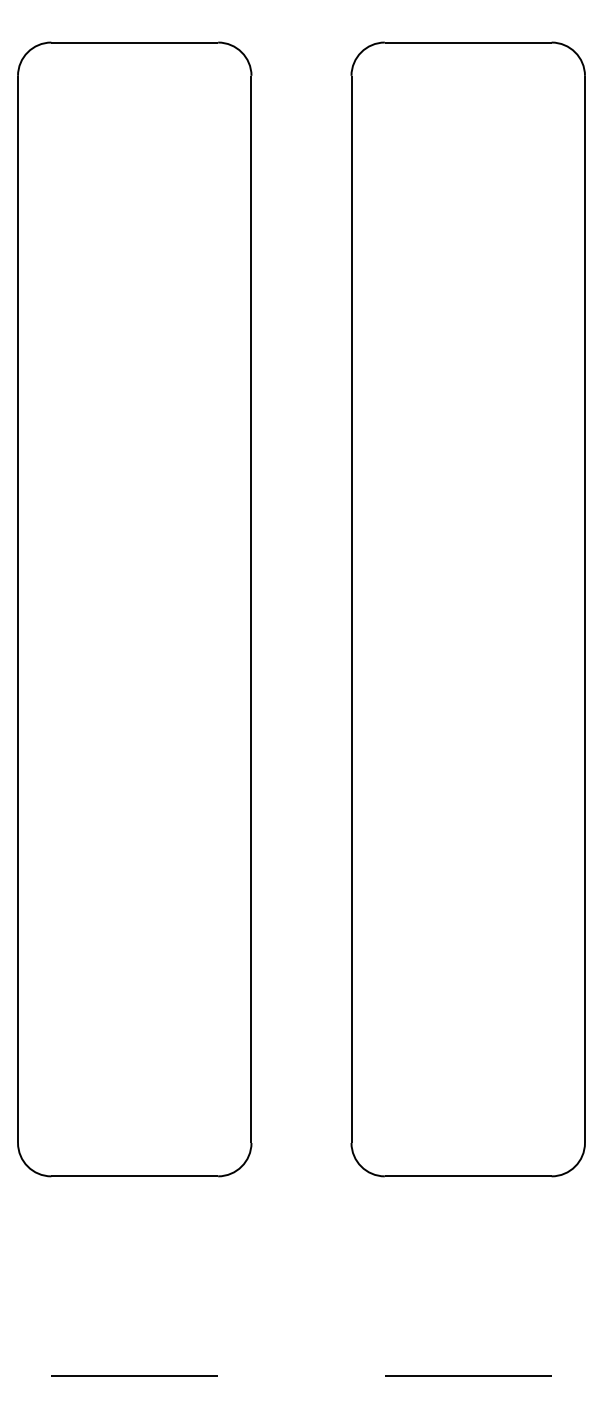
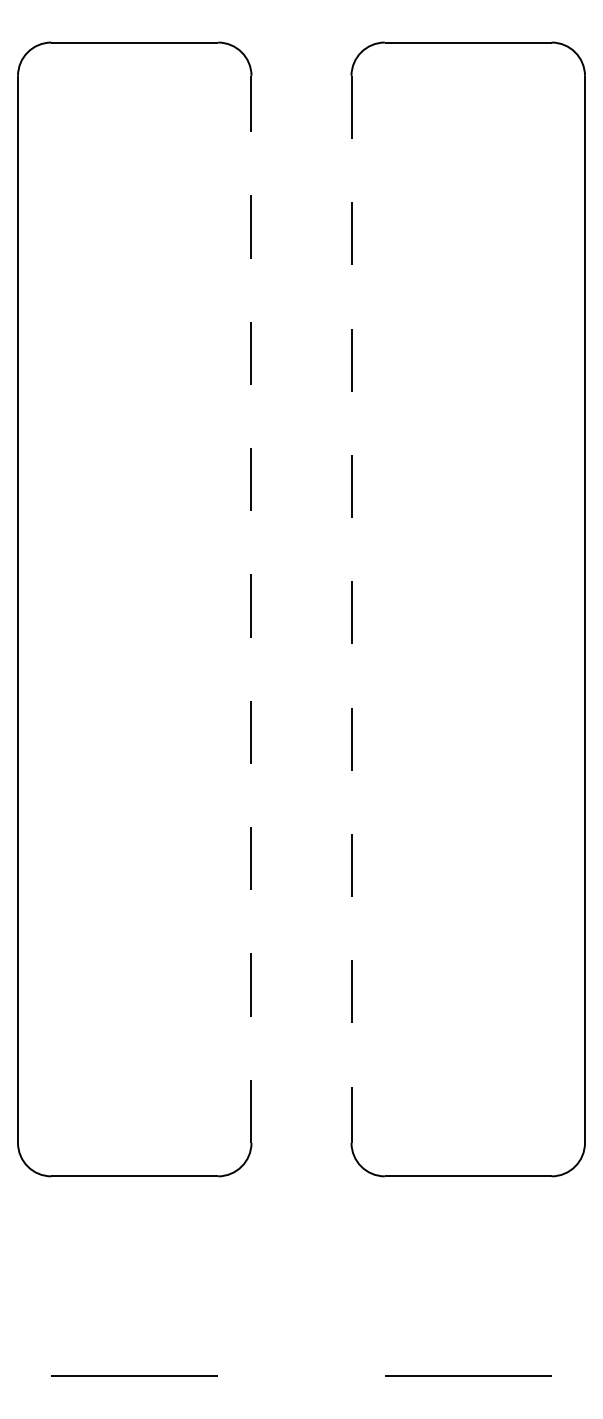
line at (251, 609): solid -> dashed
line at (351, 609): solid -> dashed
